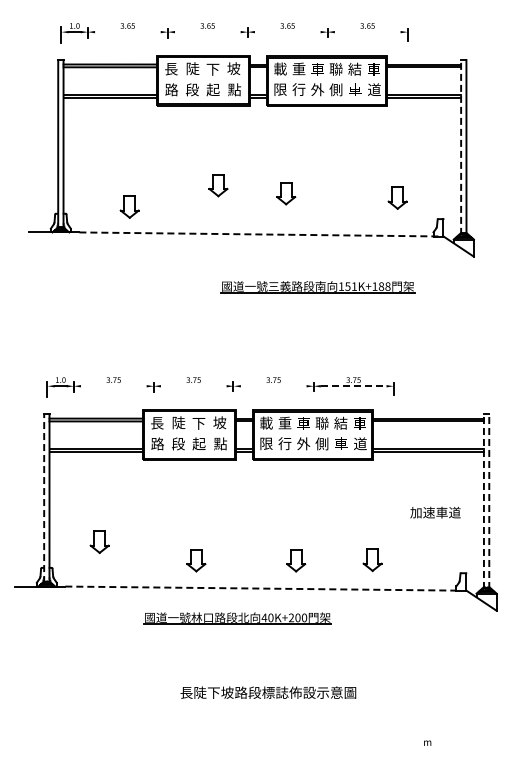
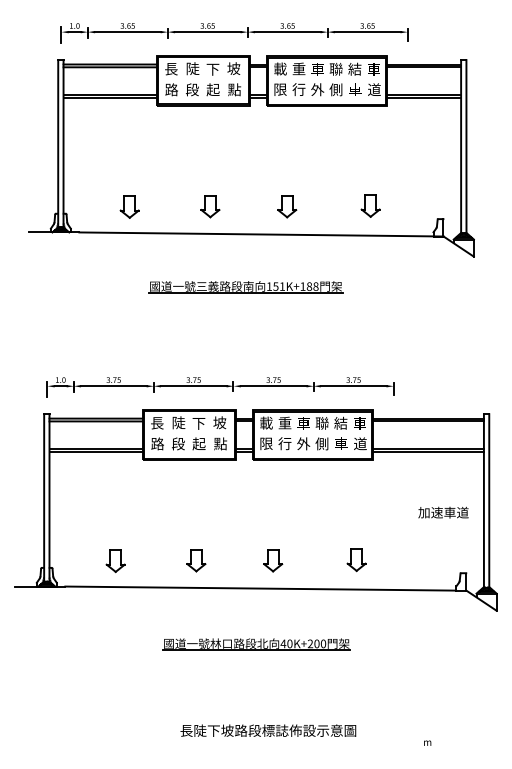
line at (127, 32): none -> present
line at (207, 32): none -> present
line at (287, 32): none -> present
line at (367, 32): none -> present
line at (461, 146): dashed -> solid
part at (218, 185) position: (218, 185) -> (210, 206)
part at (286, 193) position: (286, 193) -> (287, 206)
part at (397, 197) position: (397, 197) -> (370, 205)
line at (261, 234): dashed -> solid
part at (317, 287) position: (317, 287) -> (245, 287)
line at (113, 386): none -> present
line at (193, 386): none -> present
line at (273, 386): none -> present
line at (353, 386): dashed -> solid
line at (44, 498): dashed -> solid
line at (483, 501): dashed -> solid
line at (489, 501): dashed -> solid
text at (435, 512) position: (435, 512) -> (443, 512)
part at (99, 542) position: (99, 542) -> (115, 561)
part at (296, 560) position: (296, 560) -> (273, 560)
part at (372, 560) position: (372, 560) -> (356, 560)
line at (261, 588): dashed -> solid
part at (237, 618) position: (237, 618) -> (256, 644)
text at (268, 692) position: (268, 692) -> (268, 730)
